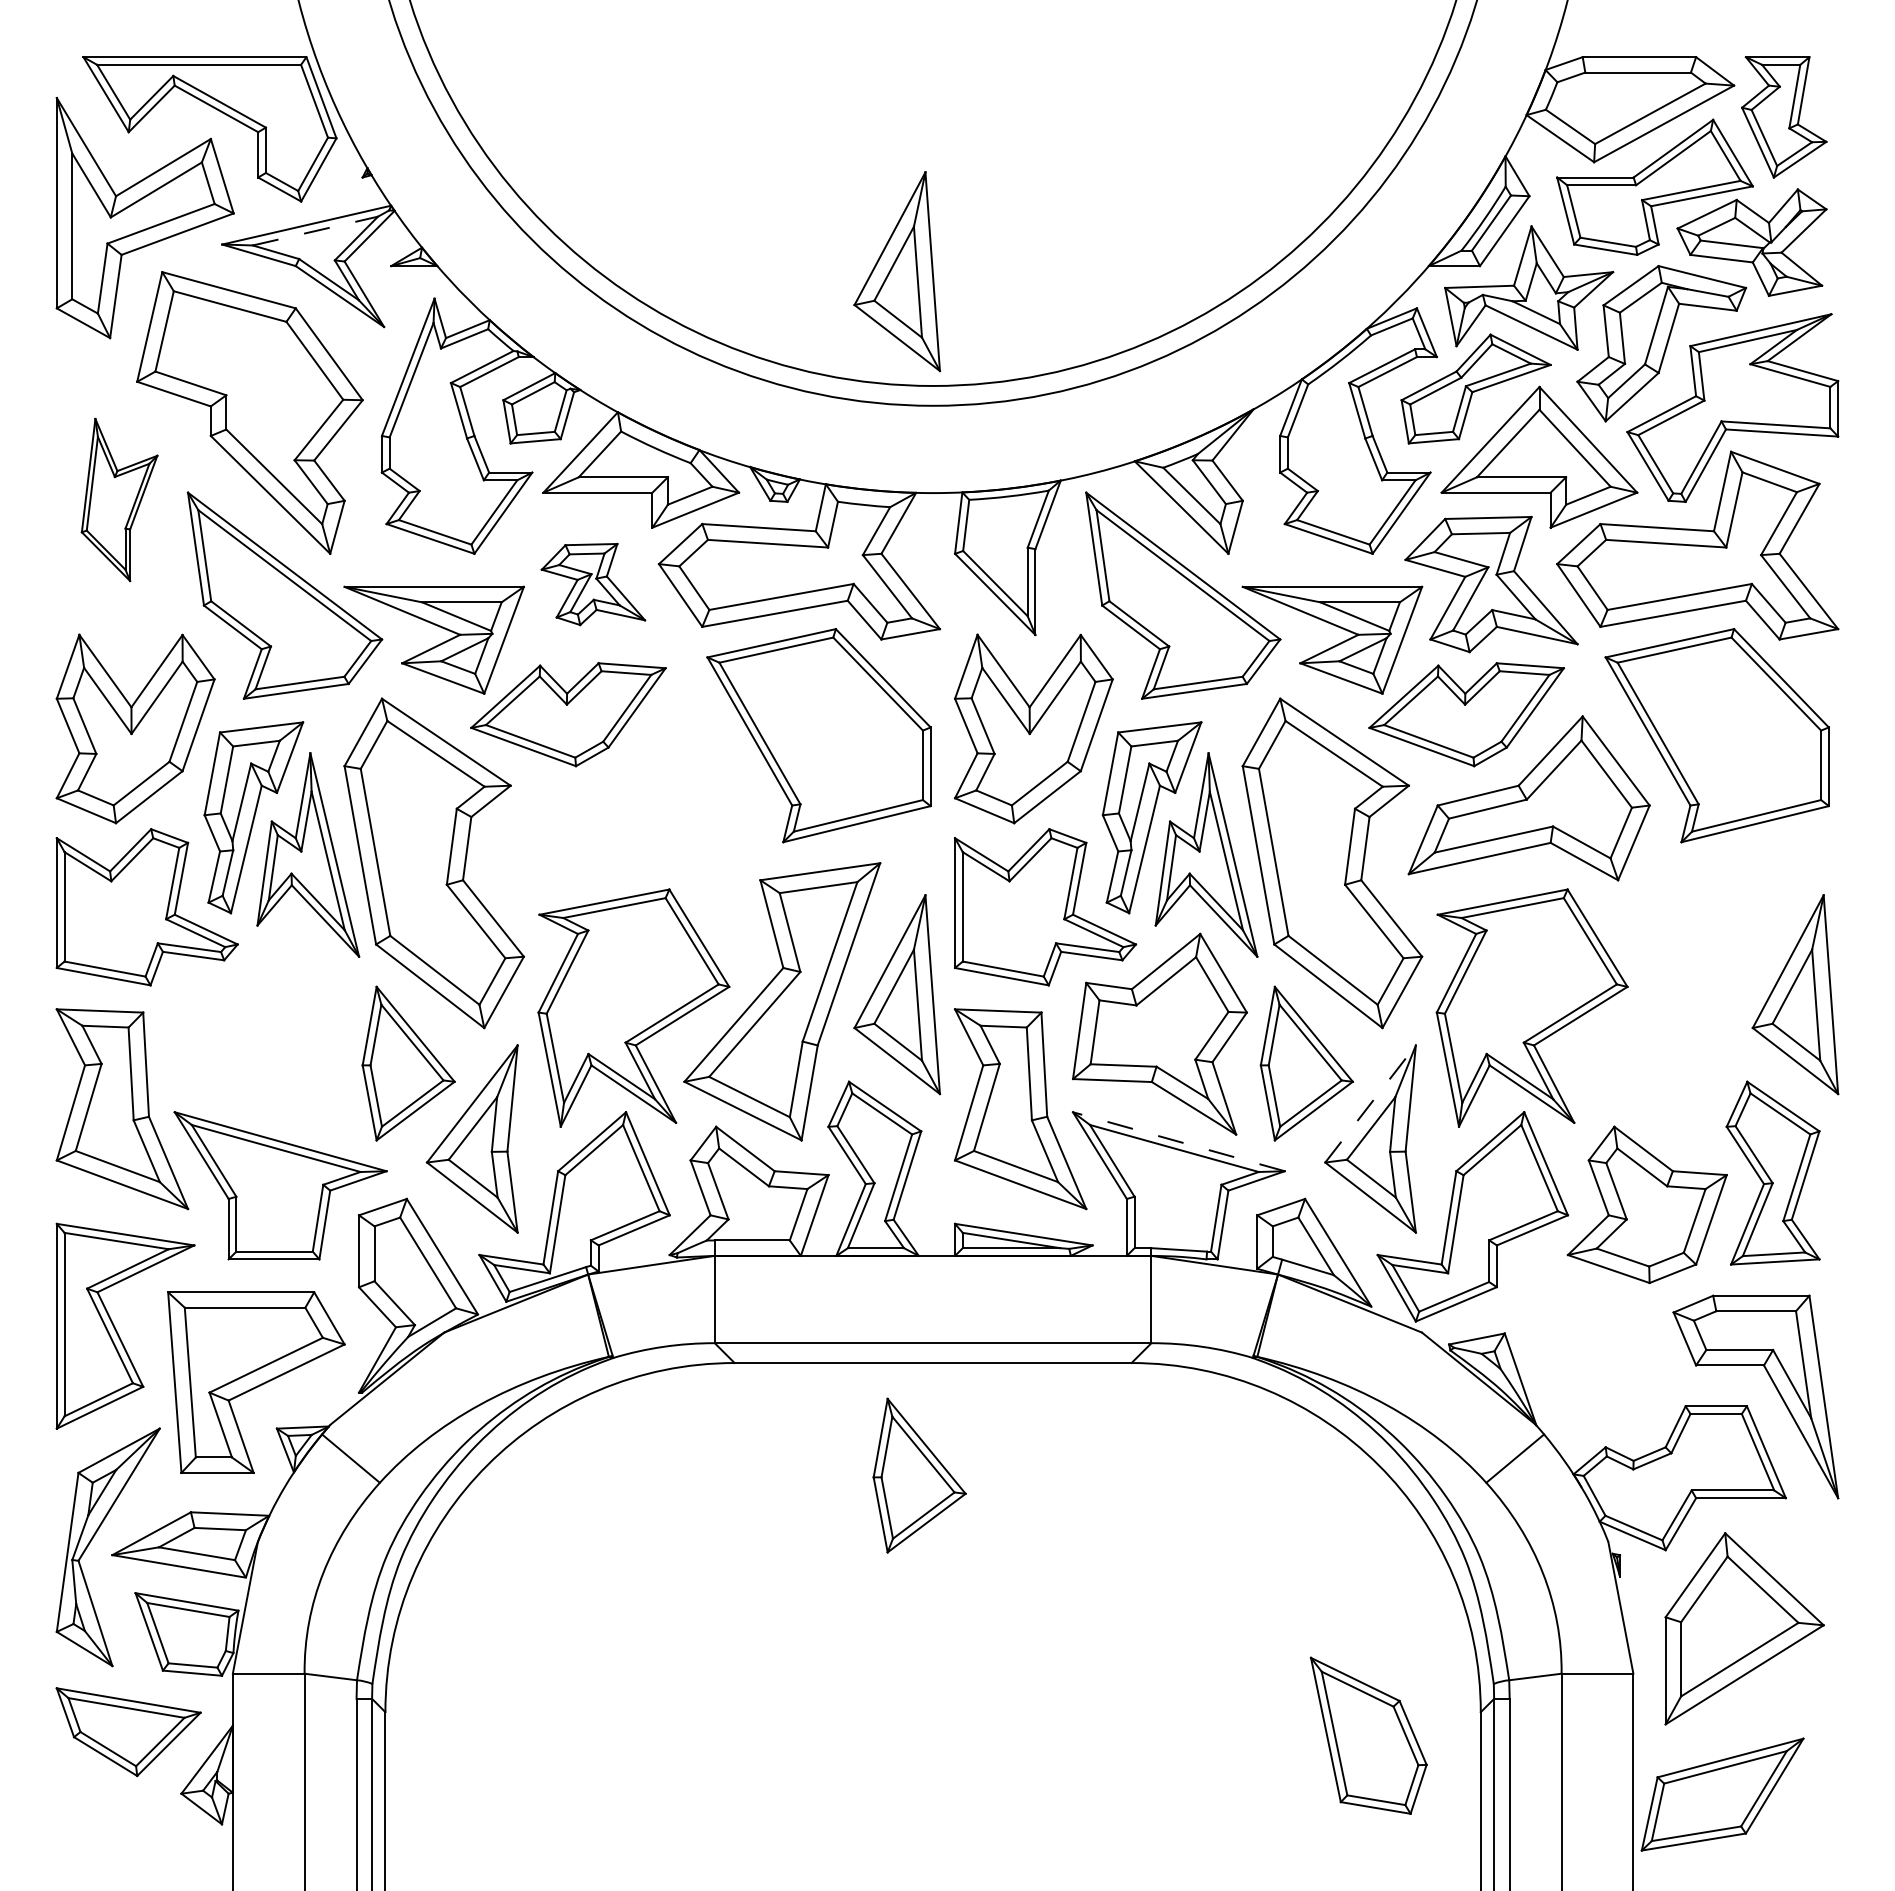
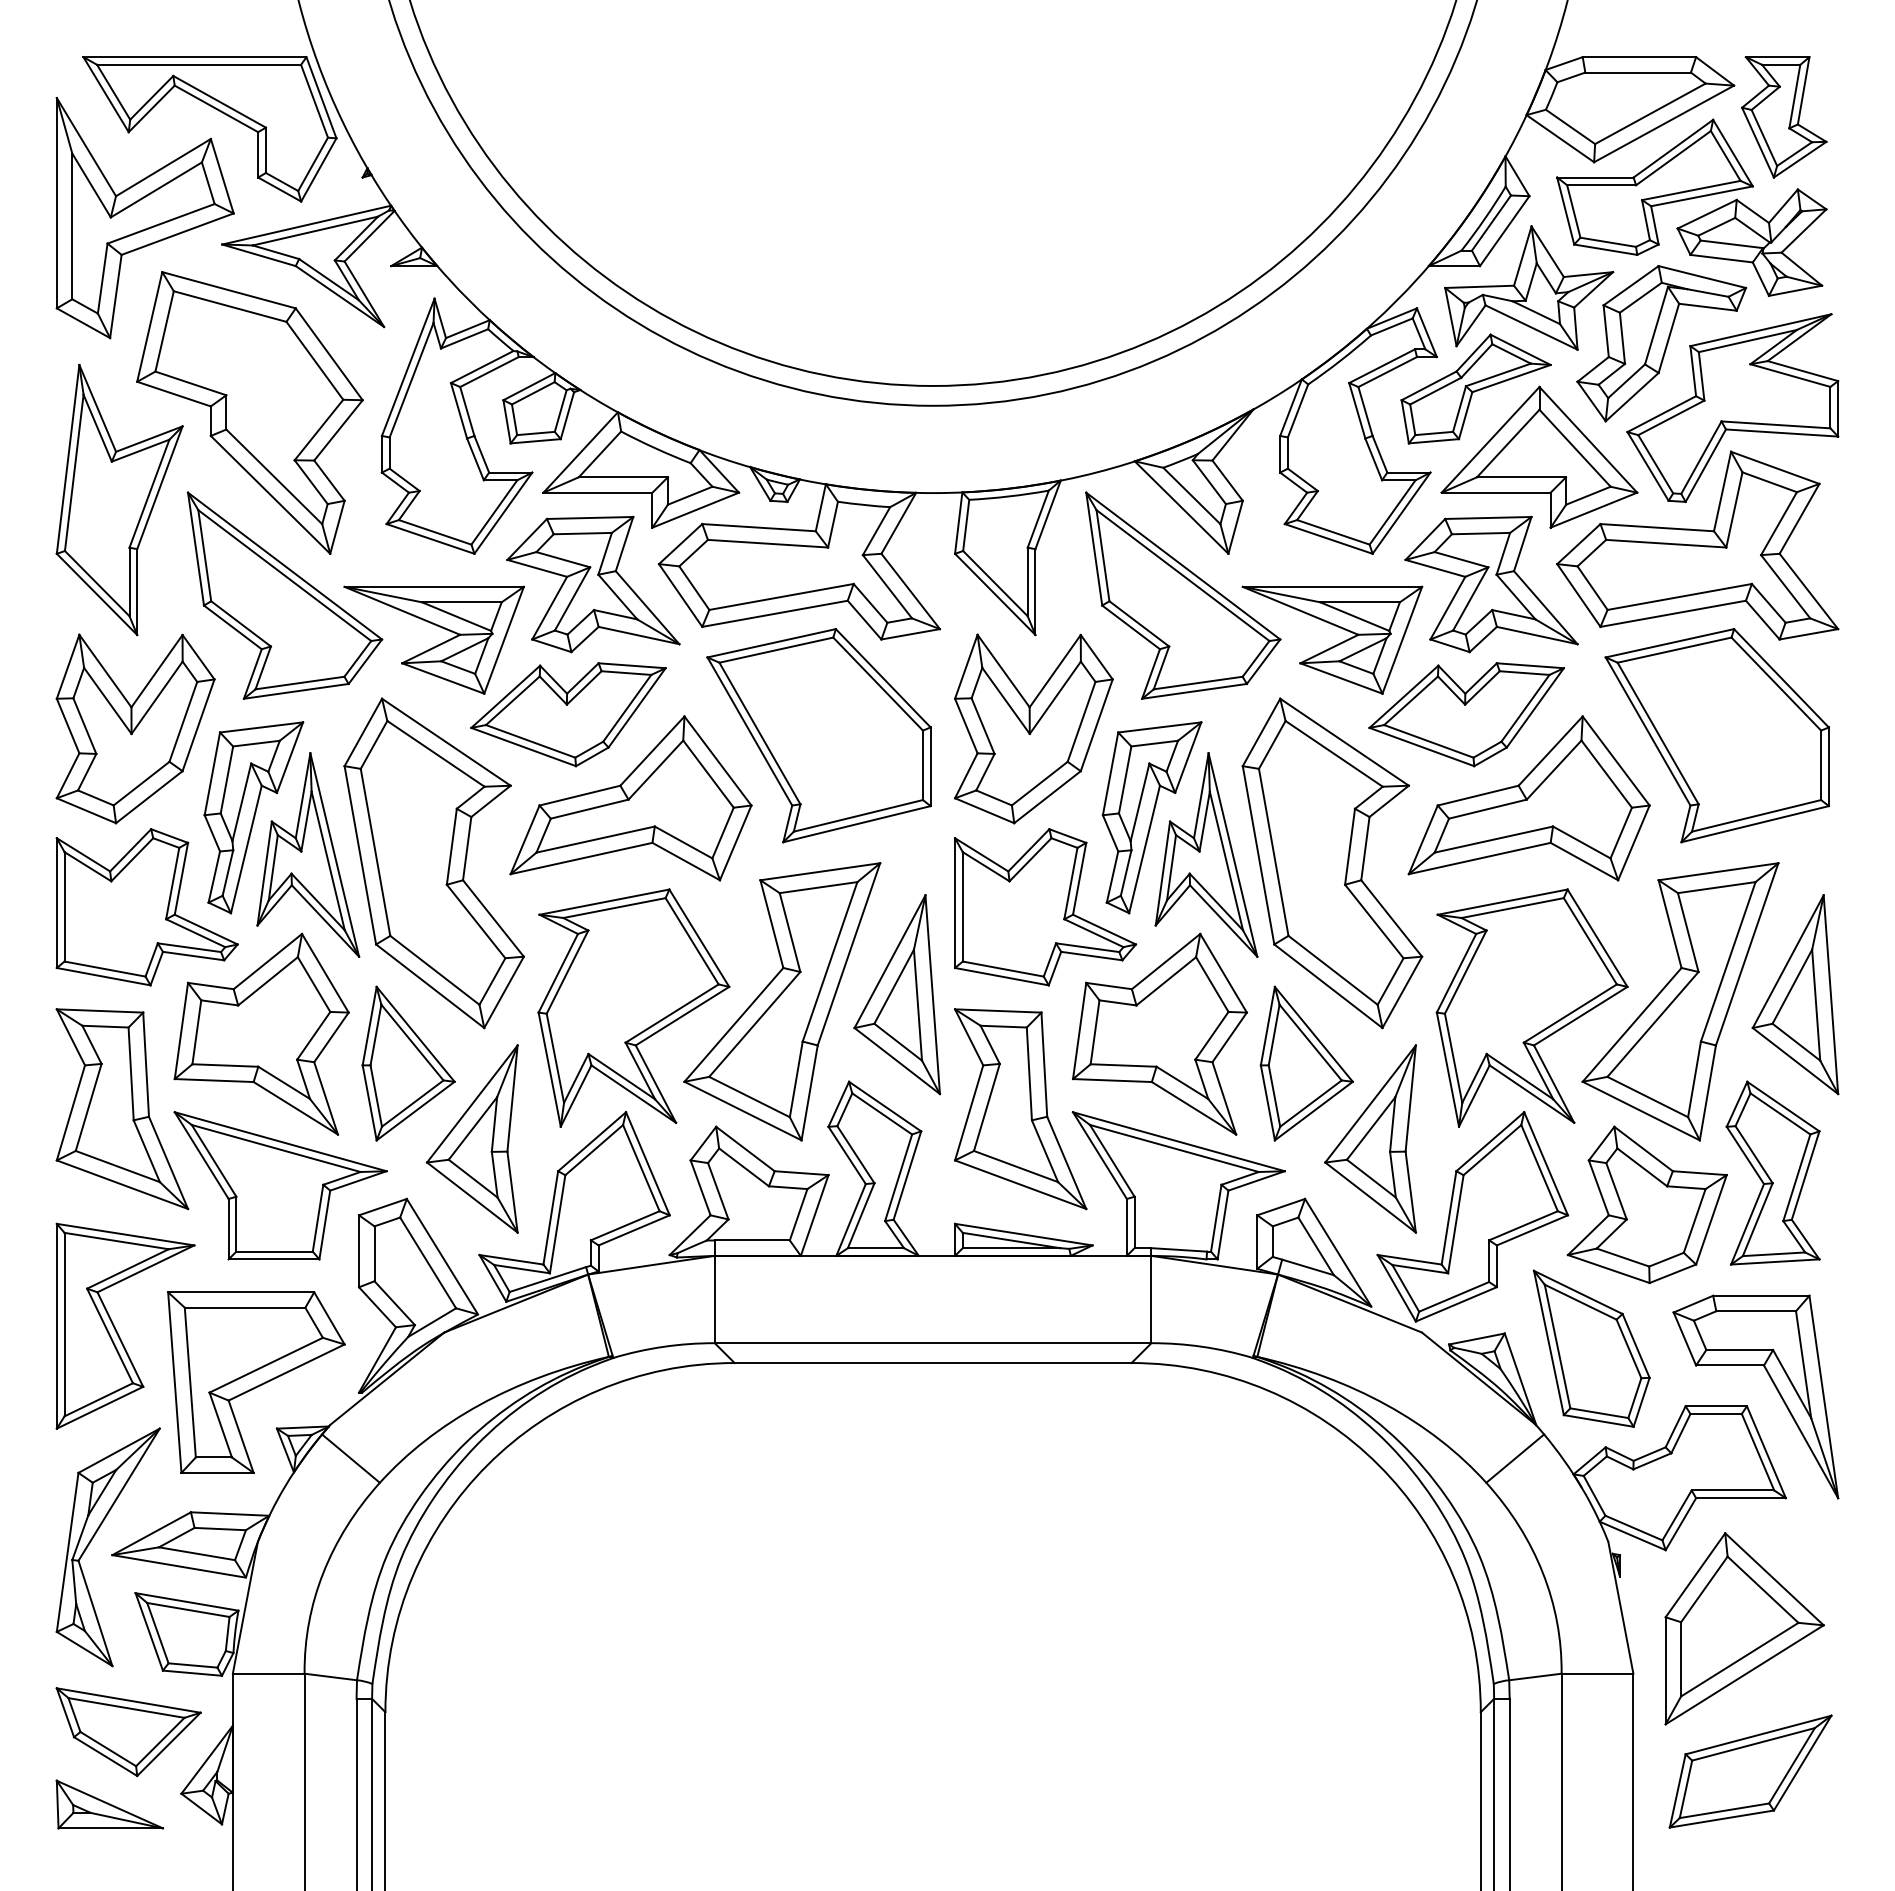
line at (315, 230): dashed -> solid
part at (896, 271): present -> none
part at (119, 499) size: 79x166 px -> 129x274 px
part at (593, 584) size: 107x85 px -> 175x139 px
part at (630, 798): none -> present
part at (1680, 1001): none -> present
part at (261, 1033): none -> present
line at (1370, 1103): dashed -> solid
line at (1178, 1141): dashed -> solid
part at (919, 1475): present -> none
part at (1368, 1735) position: (1368, 1735) -> (1591, 1348)
part at (1722, 1794) position: (1722, 1794) -> (1750, 1771)
part at (109, 1804): none -> present
